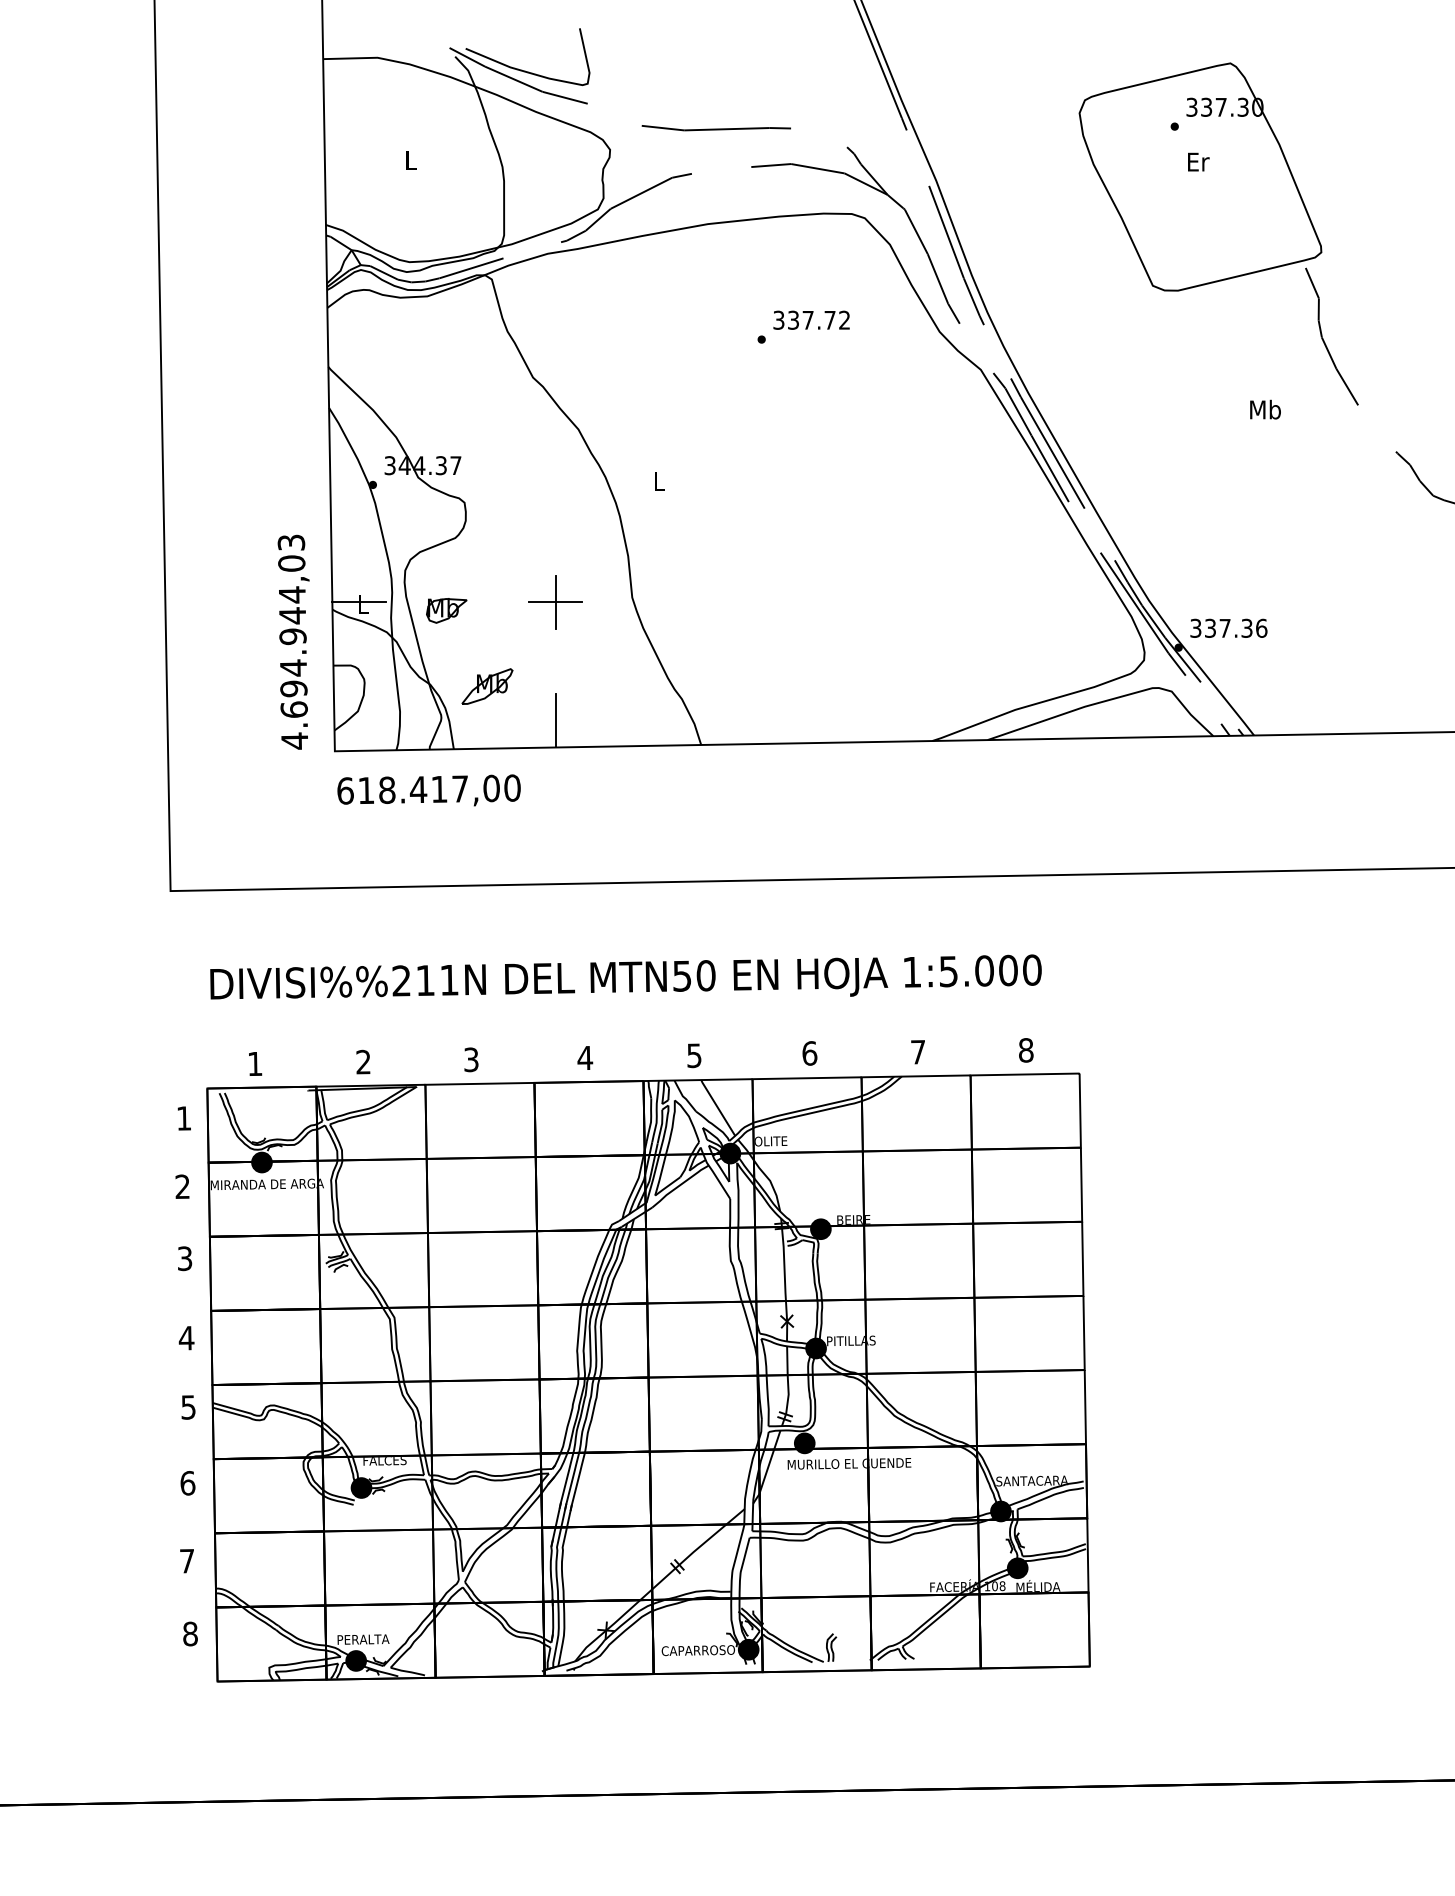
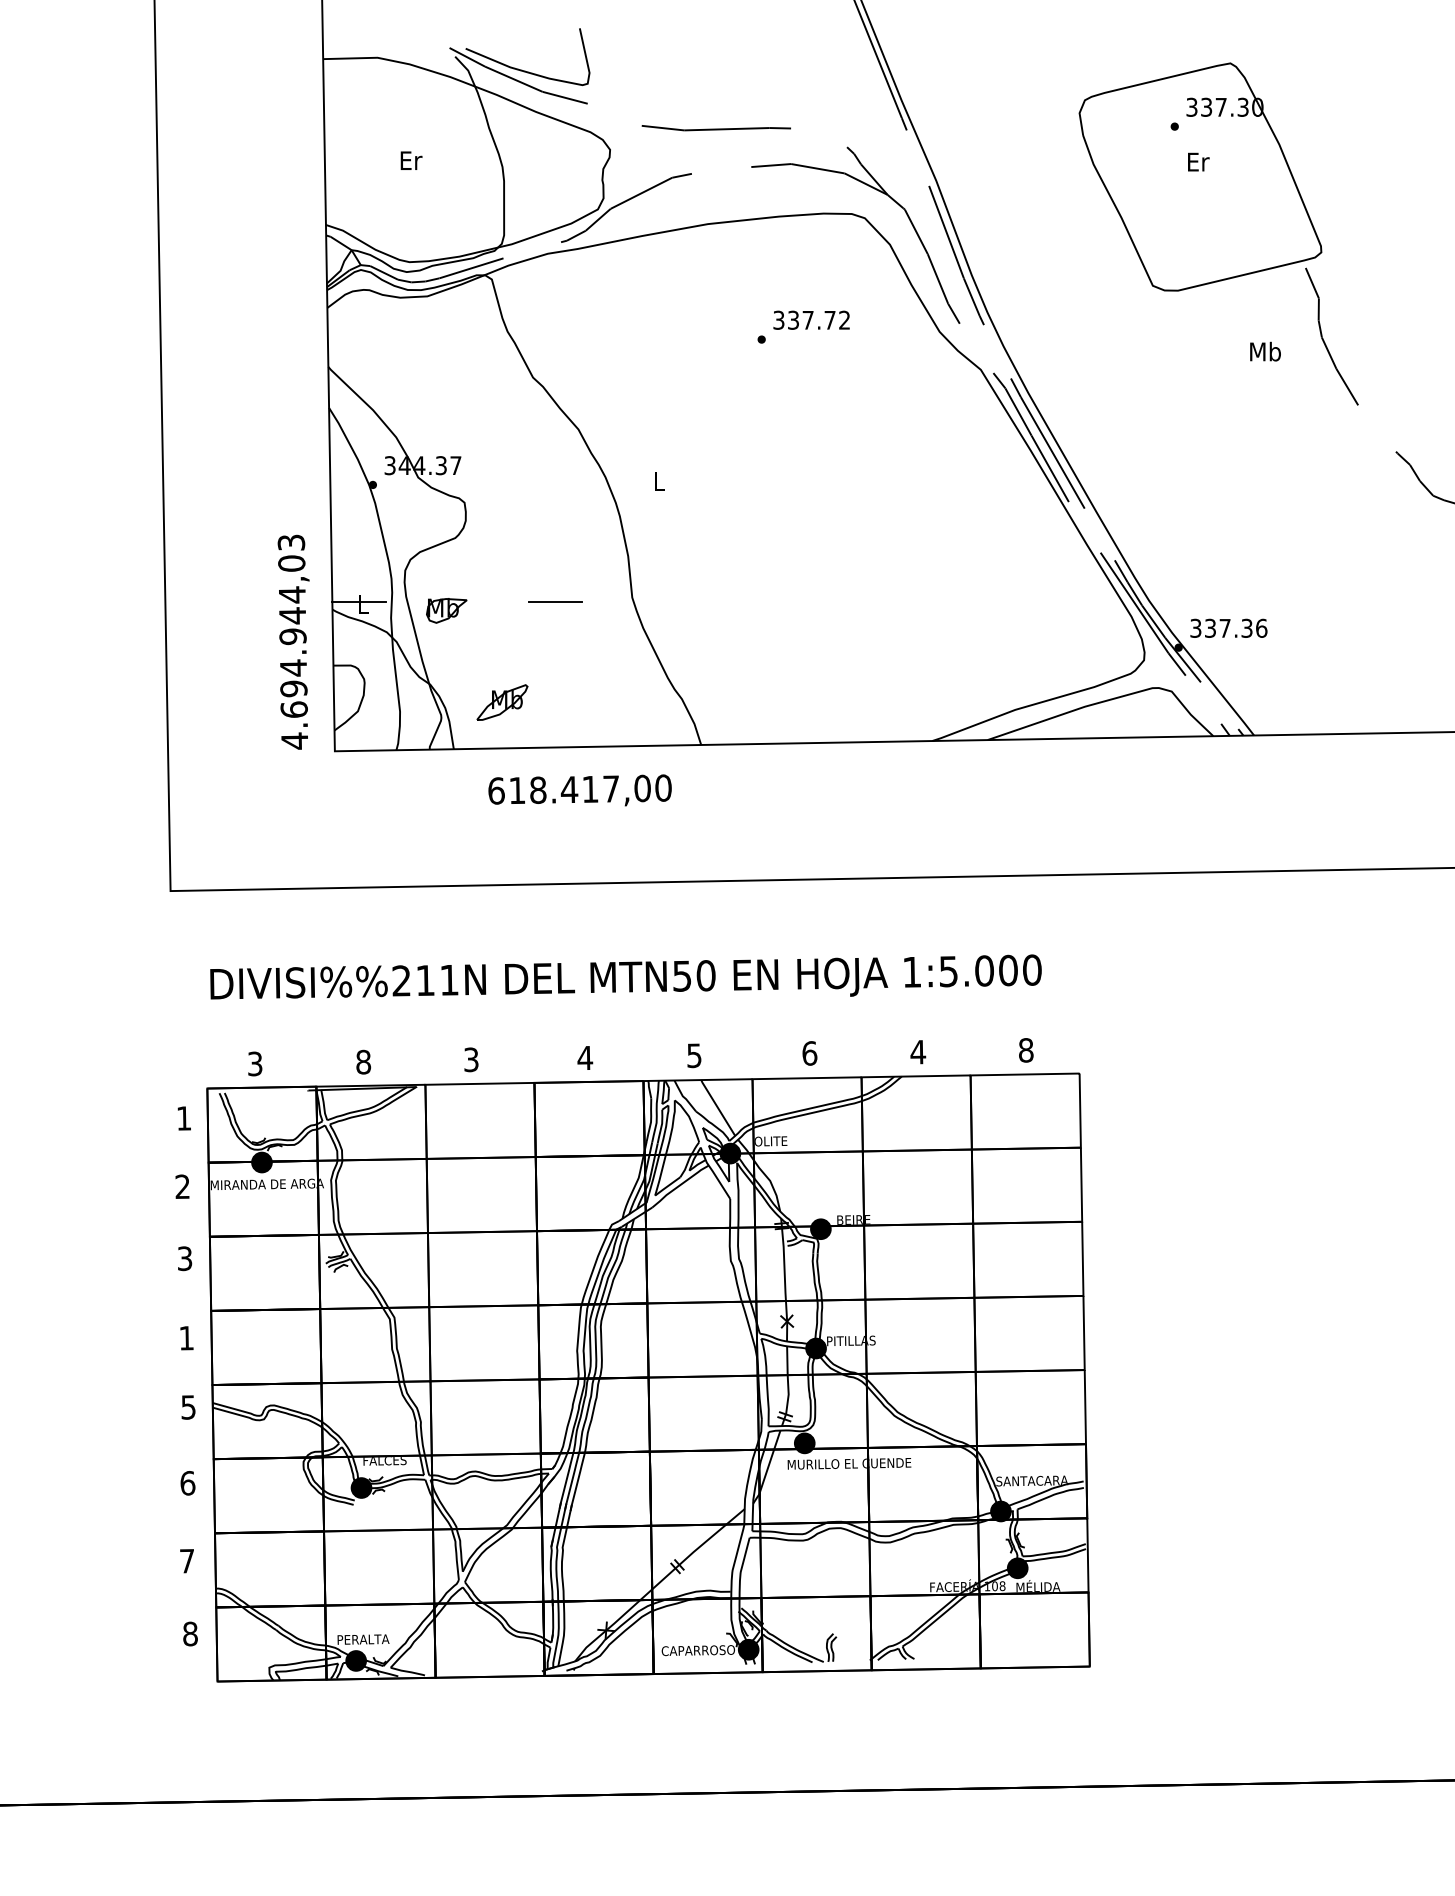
text at (411, 160): L -> Er
text at (1265, 409) position: (1265, 409) -> (1265, 351)
line at (555, 601): present -> none
part at (487, 686) position: (487, 686) -> (502, 702)
line at (555, 720): present -> none
text at (428, 790) position: (428, 790) -> (579, 790)
text at (918, 1052): 7 -> 4
text at (363, 1061): 2 -> 8
text at (255, 1063): 1 -> 3
text at (186, 1338): 4 -> 1
